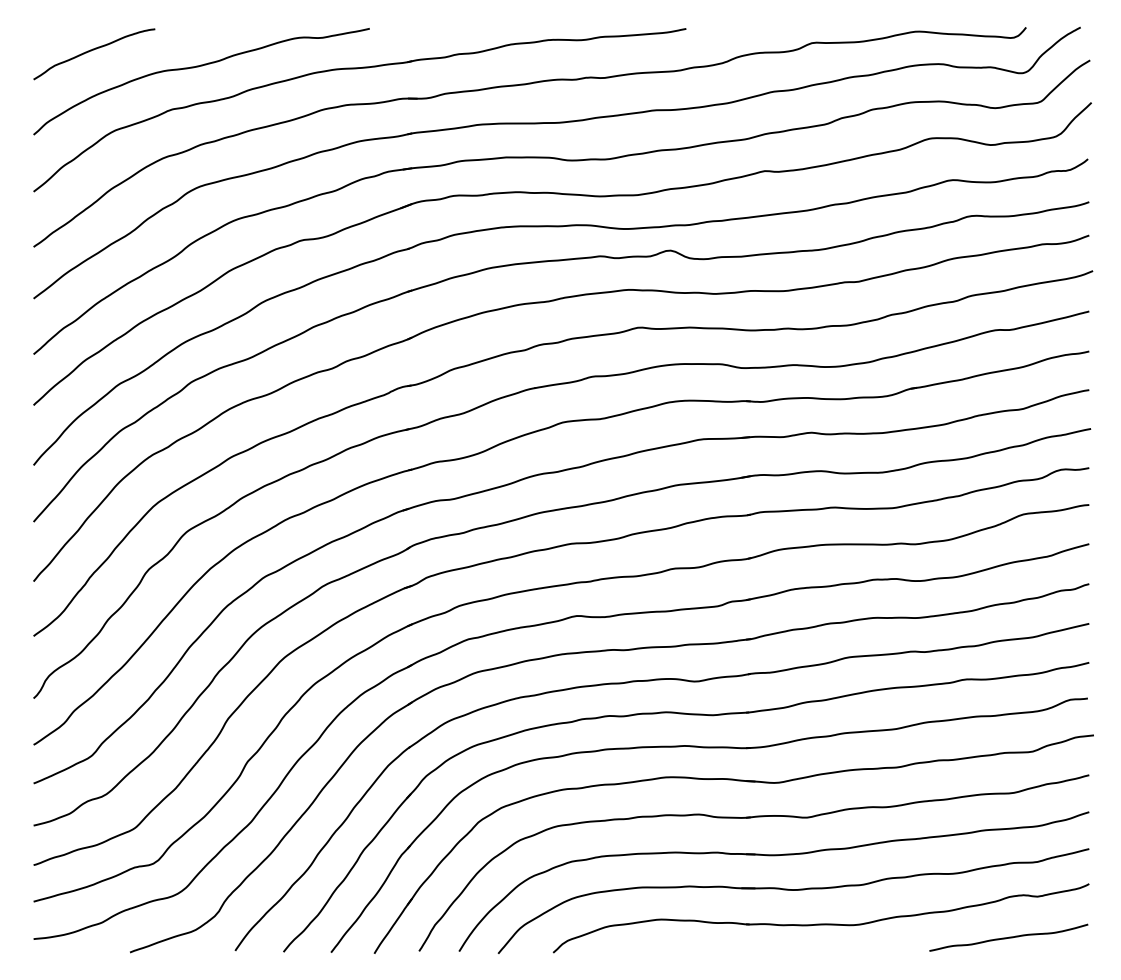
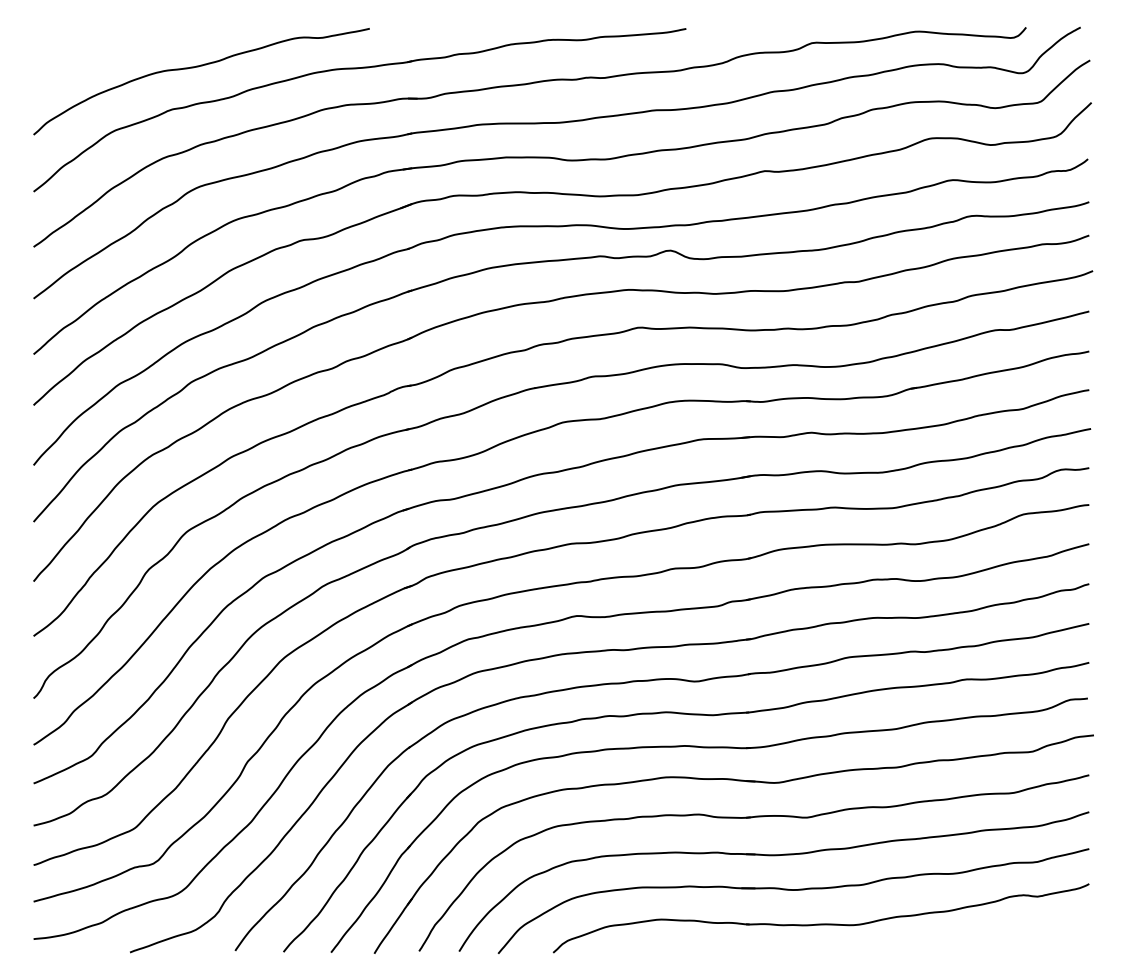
curve at (94, 50): present -> none
curve at (1008, 937): present -> none
